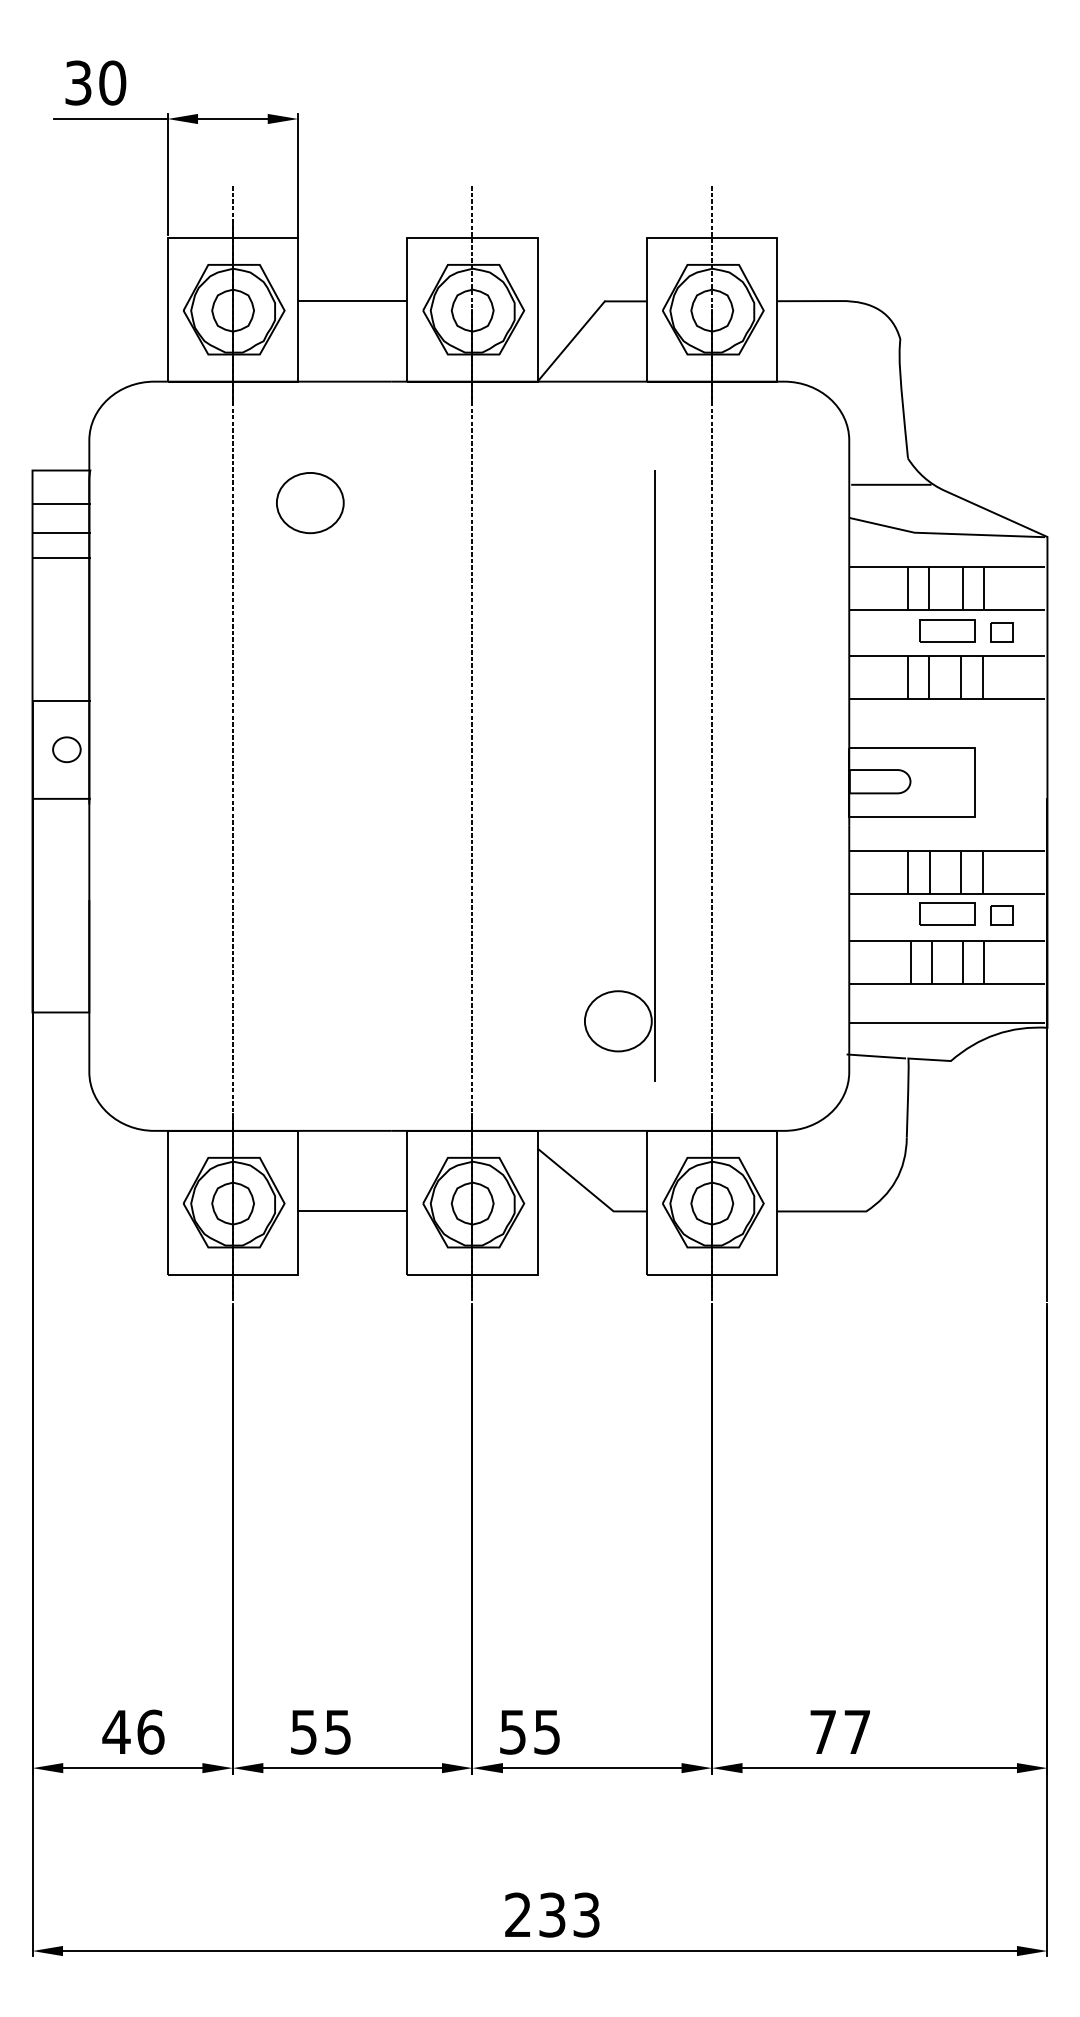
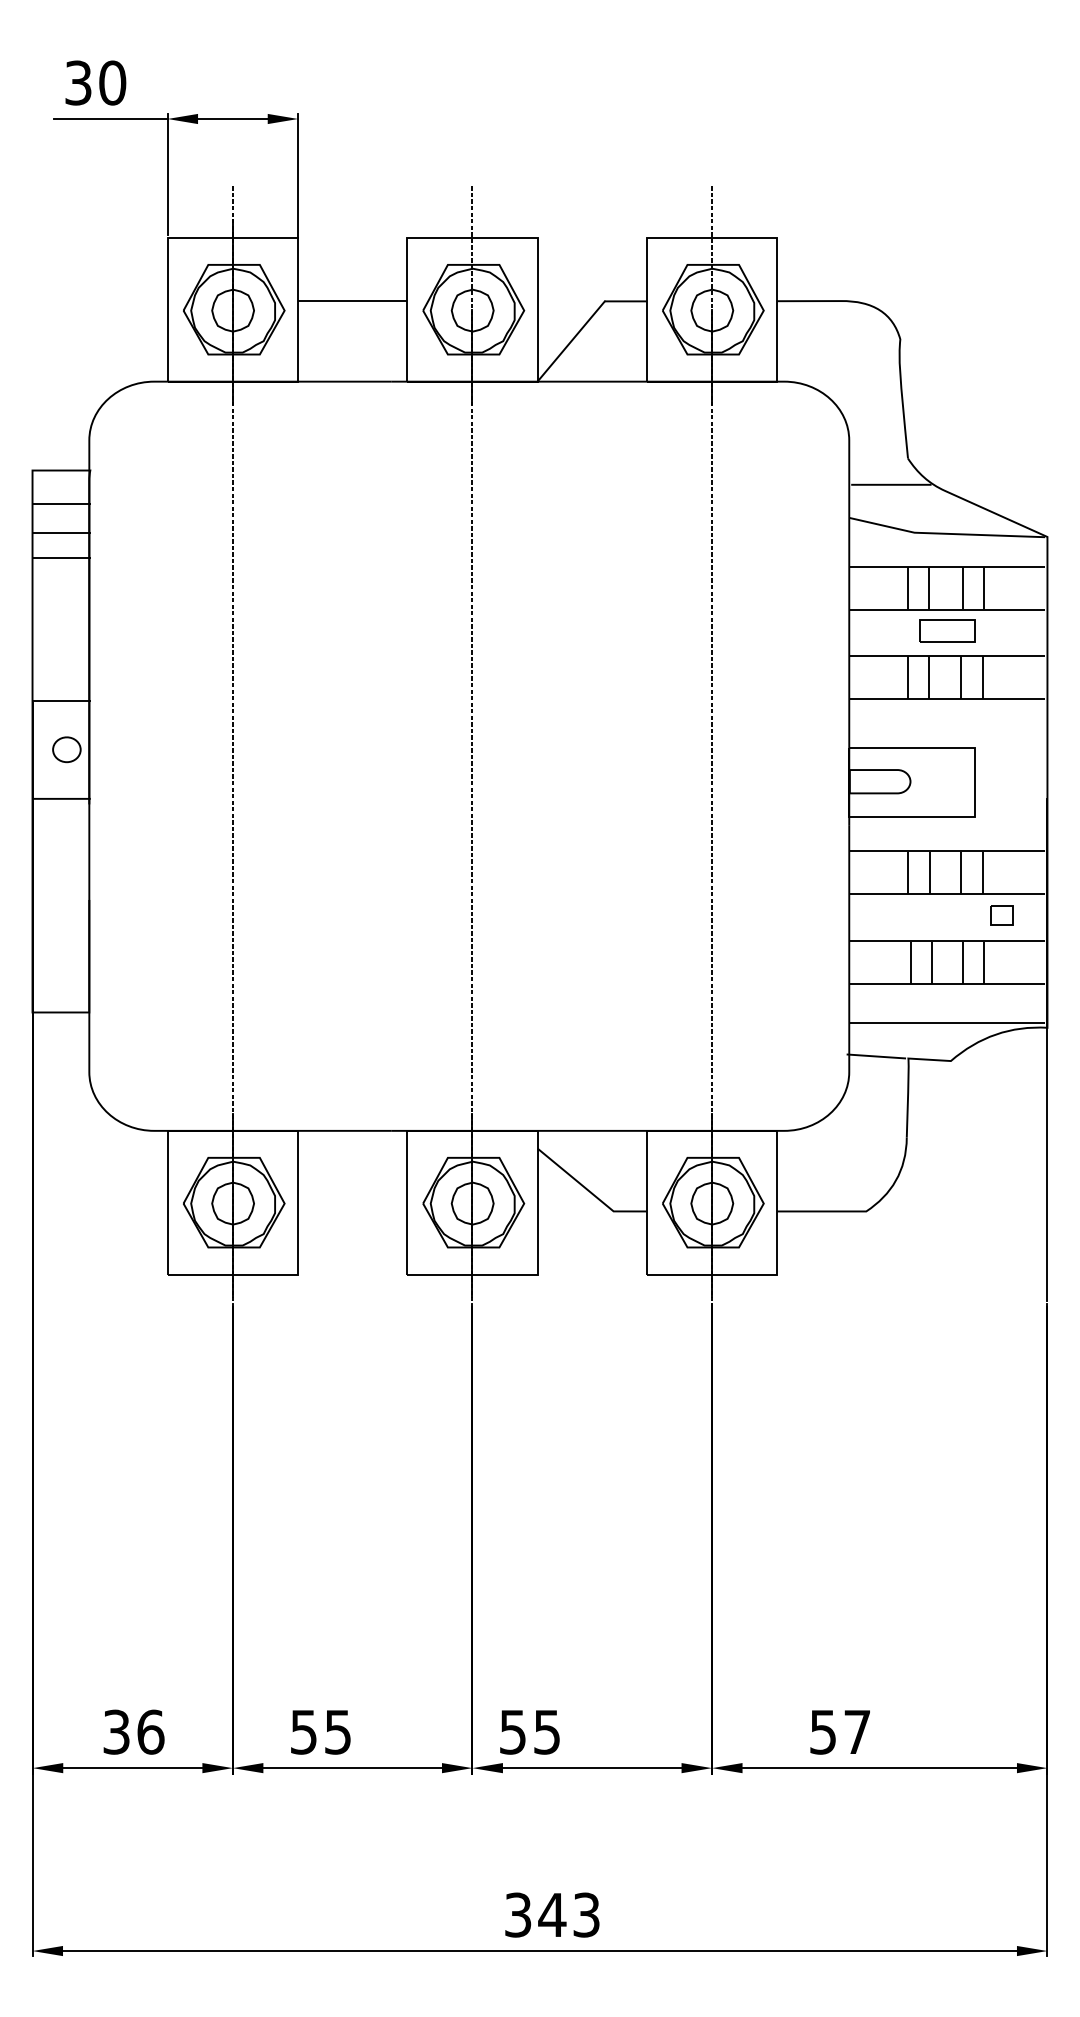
part at (310, 503): present -> none
part at (1001, 632): present -> none
part at (654, 775): present -> none
part at (947, 913): present -> none
line at (352, 1211): present -> none
text at (116, 1731): 46 -> 36
text at (822, 1732): 77 -> 57
text at (535, 1914): 233 -> 343
